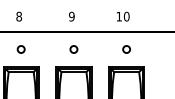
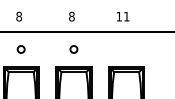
text at (71, 16): 9 -> 8
text at (126, 16): 10 -> 11
part at (126, 49): present -> none
